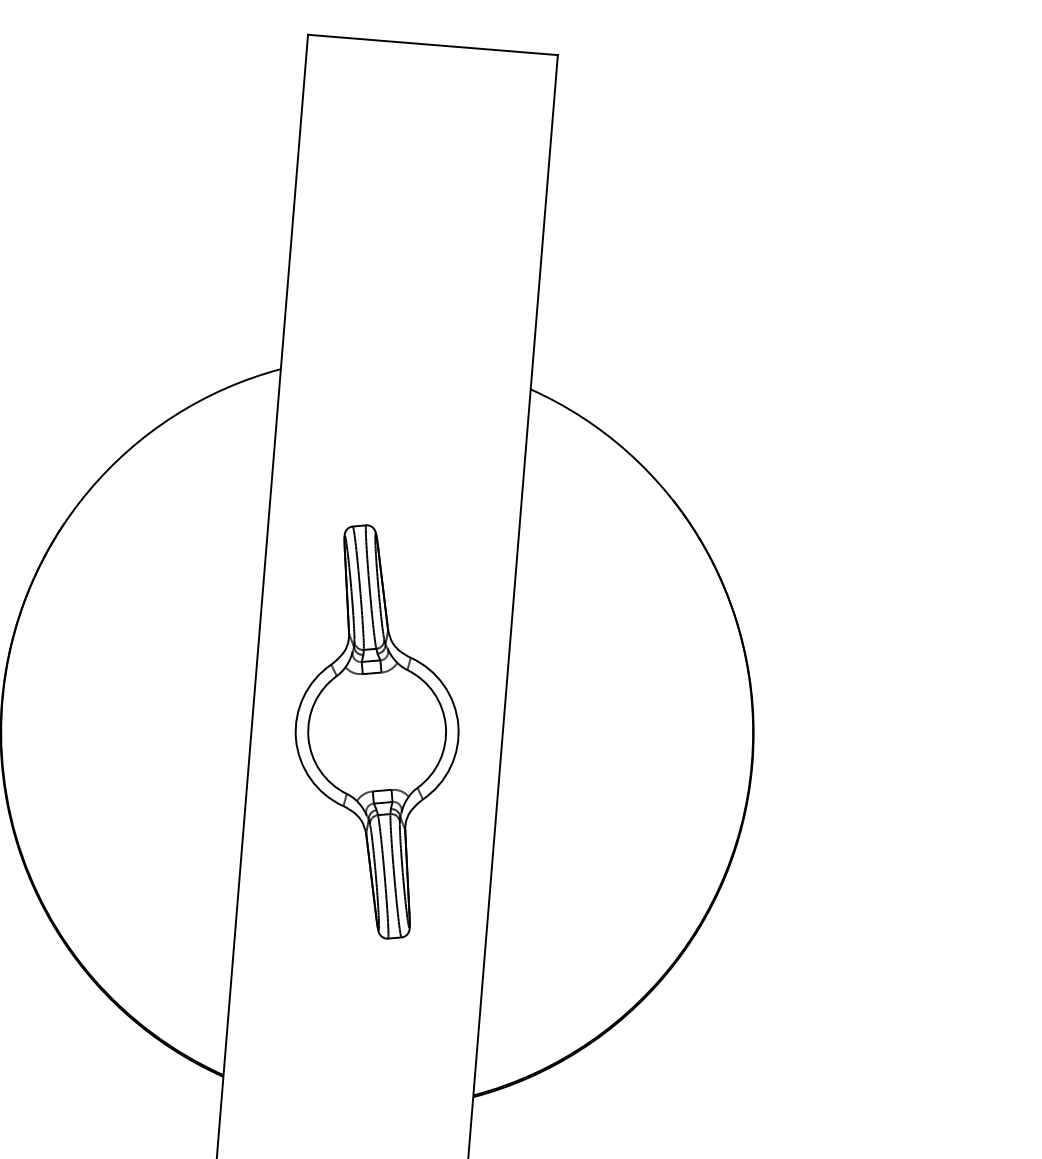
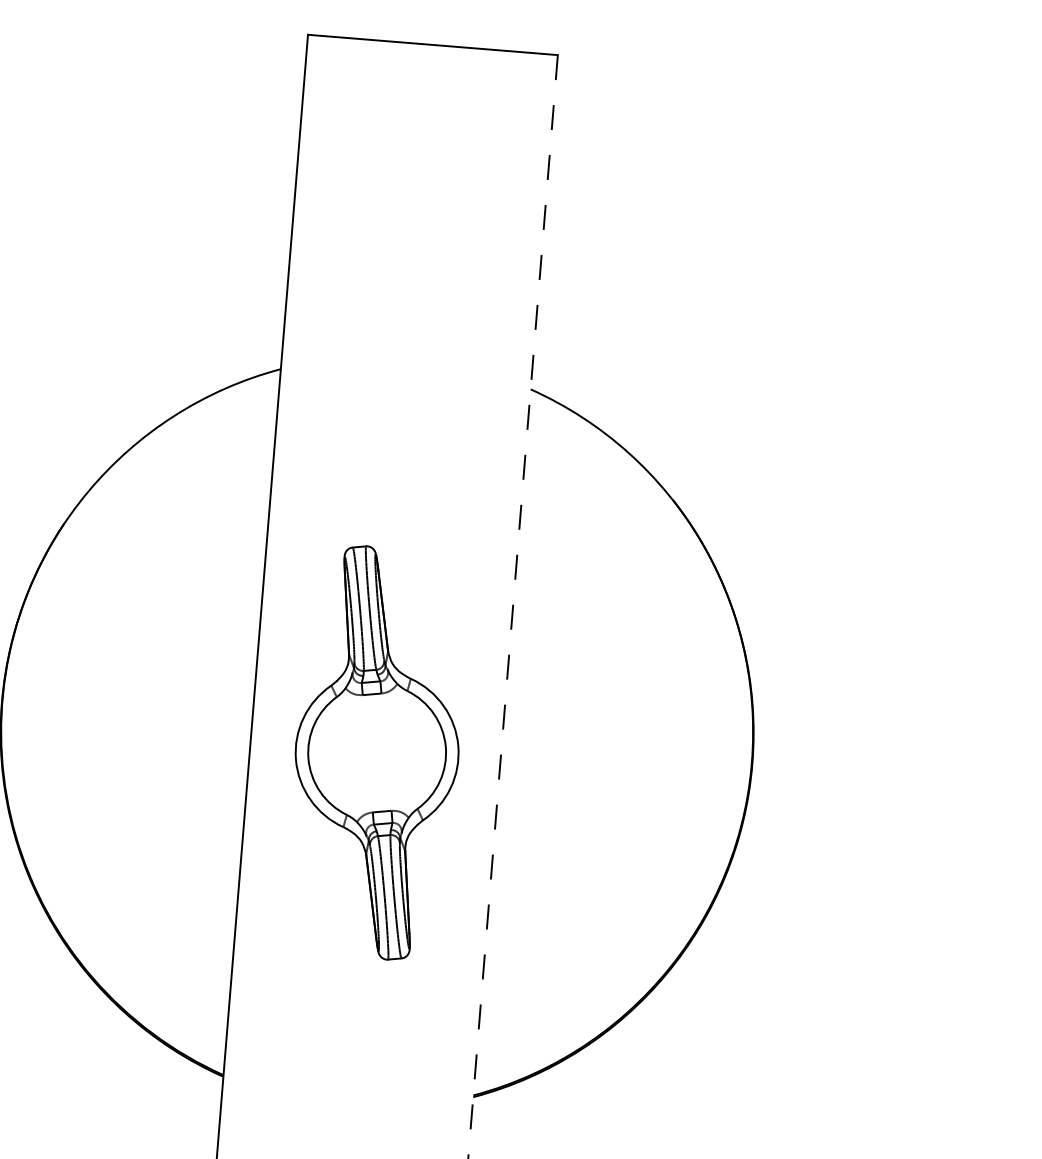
line at (513, 606): solid -> dashed
part at (376, 731) position: (376, 731) -> (376, 752)
